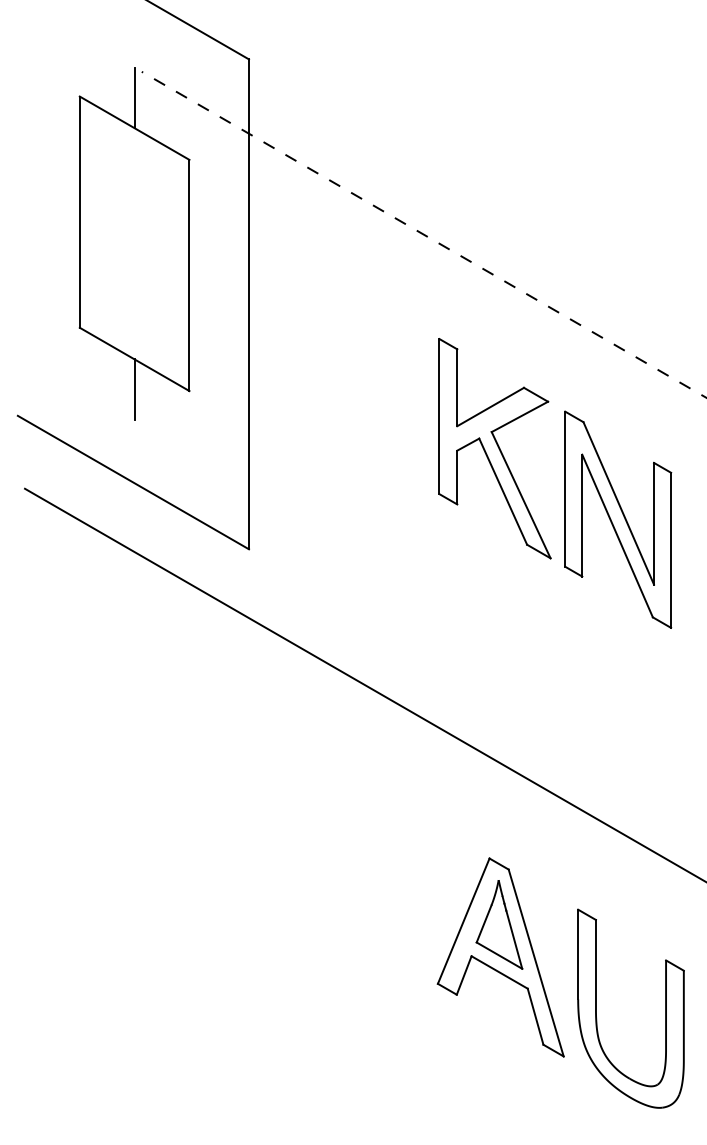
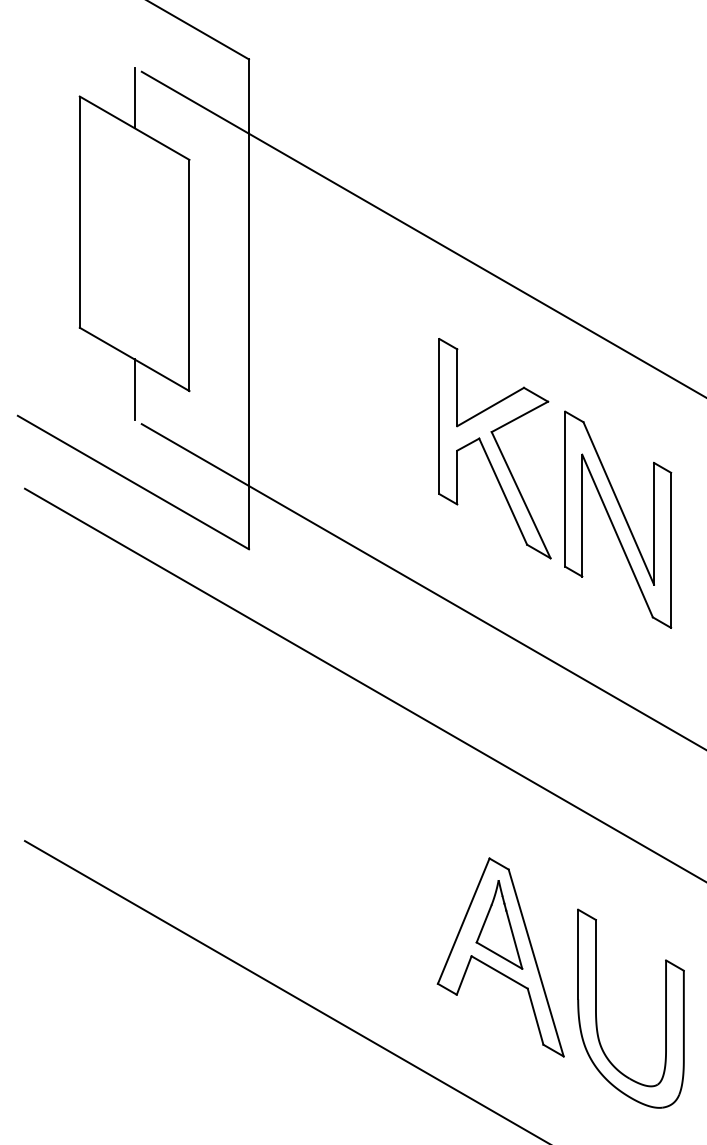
line at (424, 234): dashed -> solid
line at (422, 586): none -> present
line at (284, 991): none -> present
